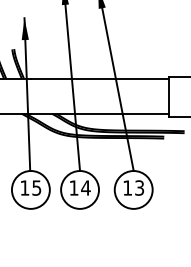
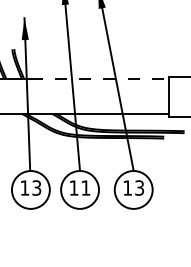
line at (100, 78): solid -> dashed
text at (36, 187): 15 -> 13
text at (85, 187): 14 -> 11
